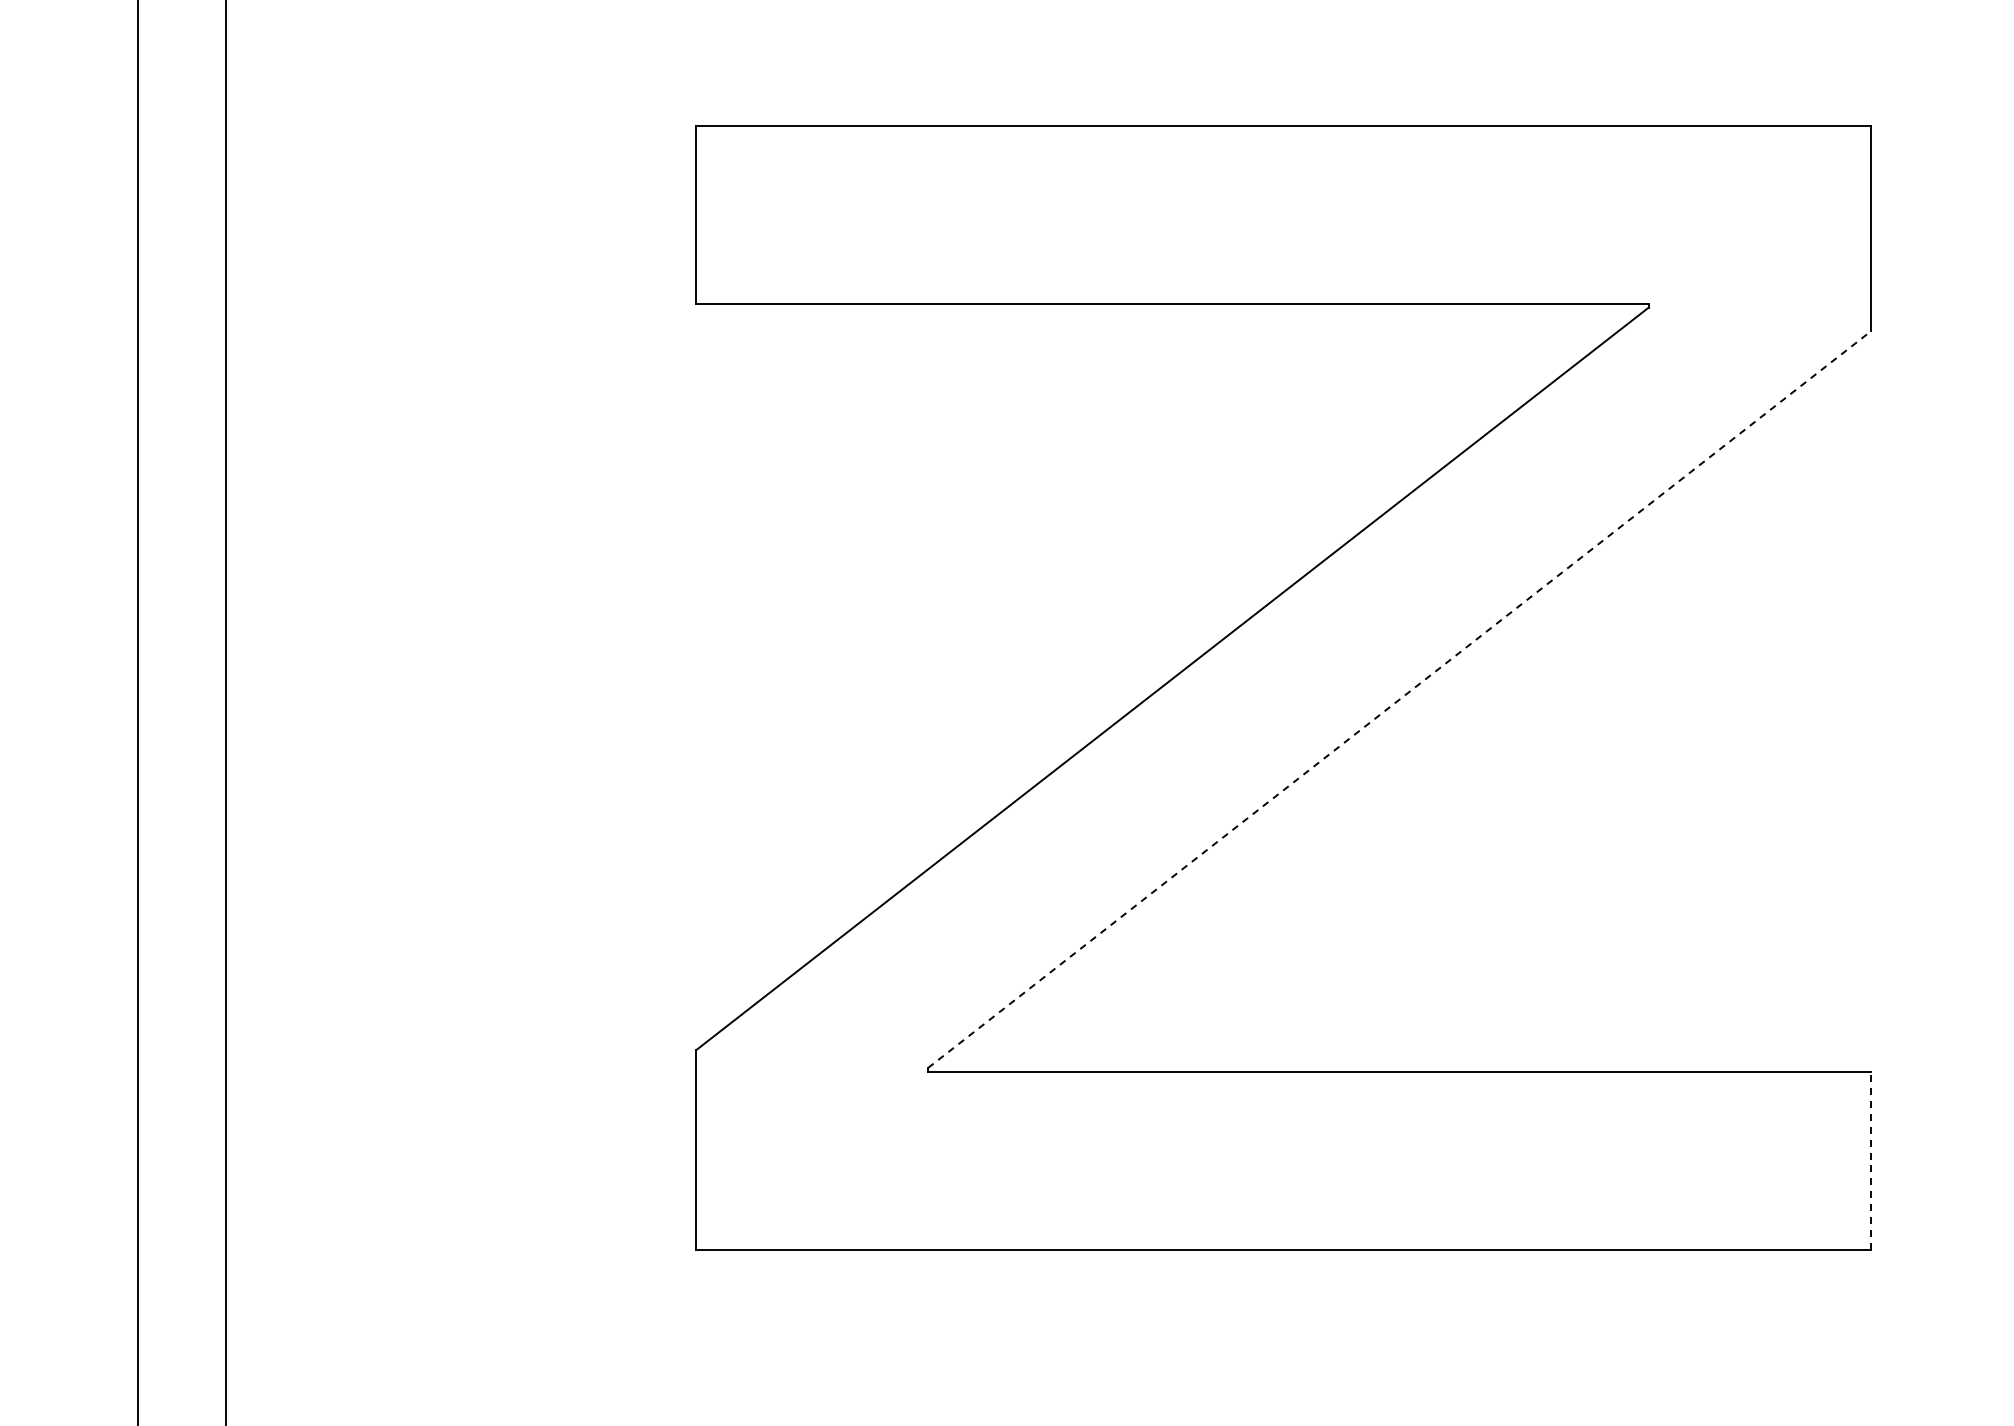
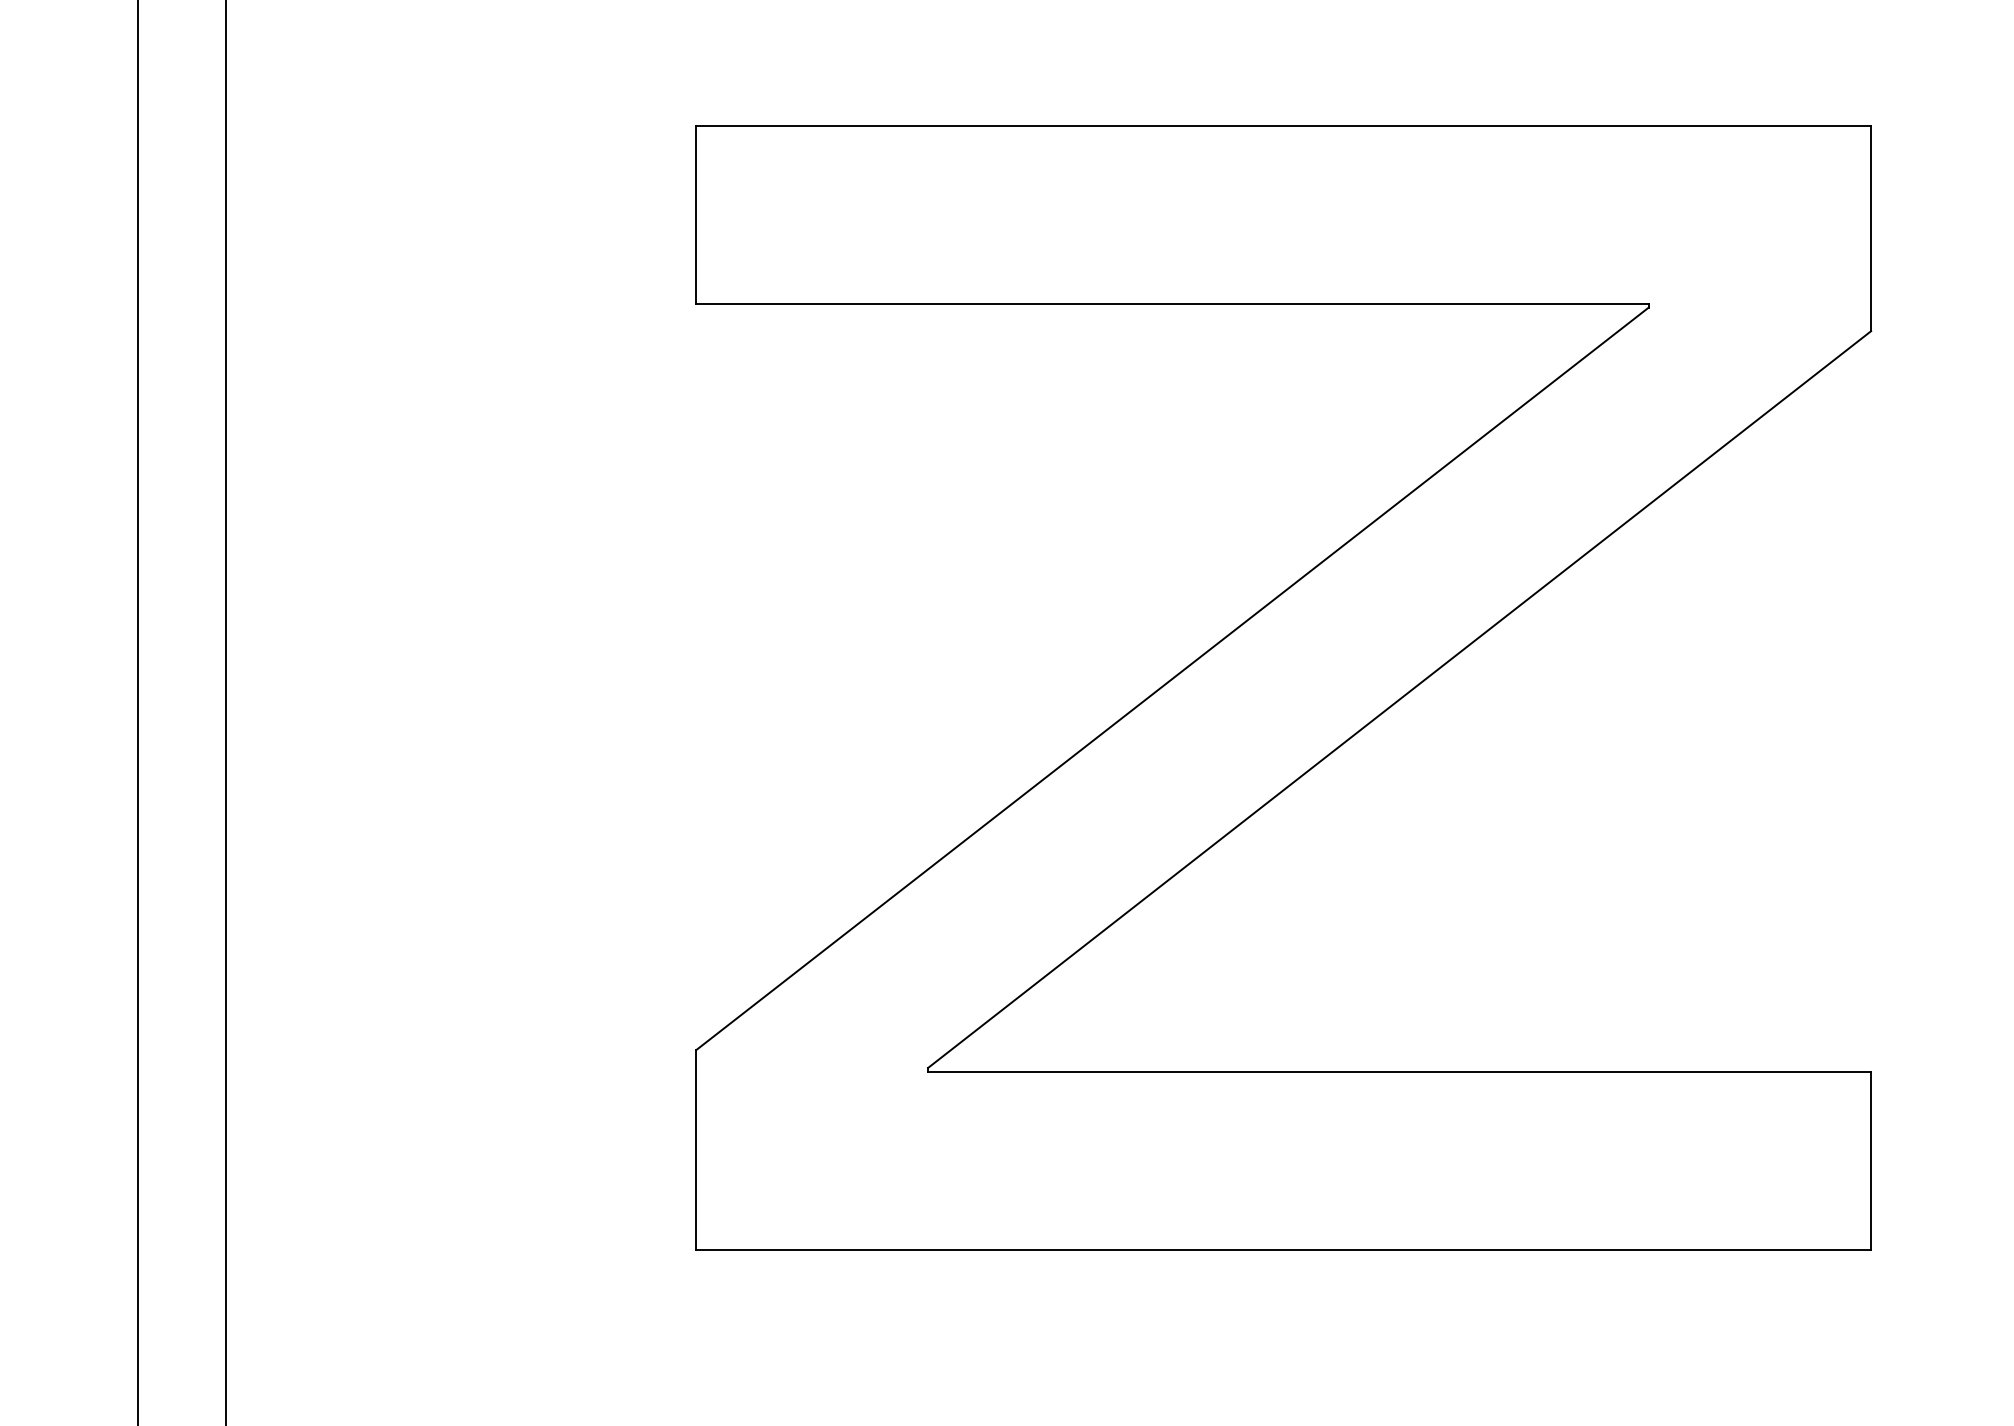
line at (1399, 699): dashed -> solid
line at (1871, 1160): dashed -> solid
